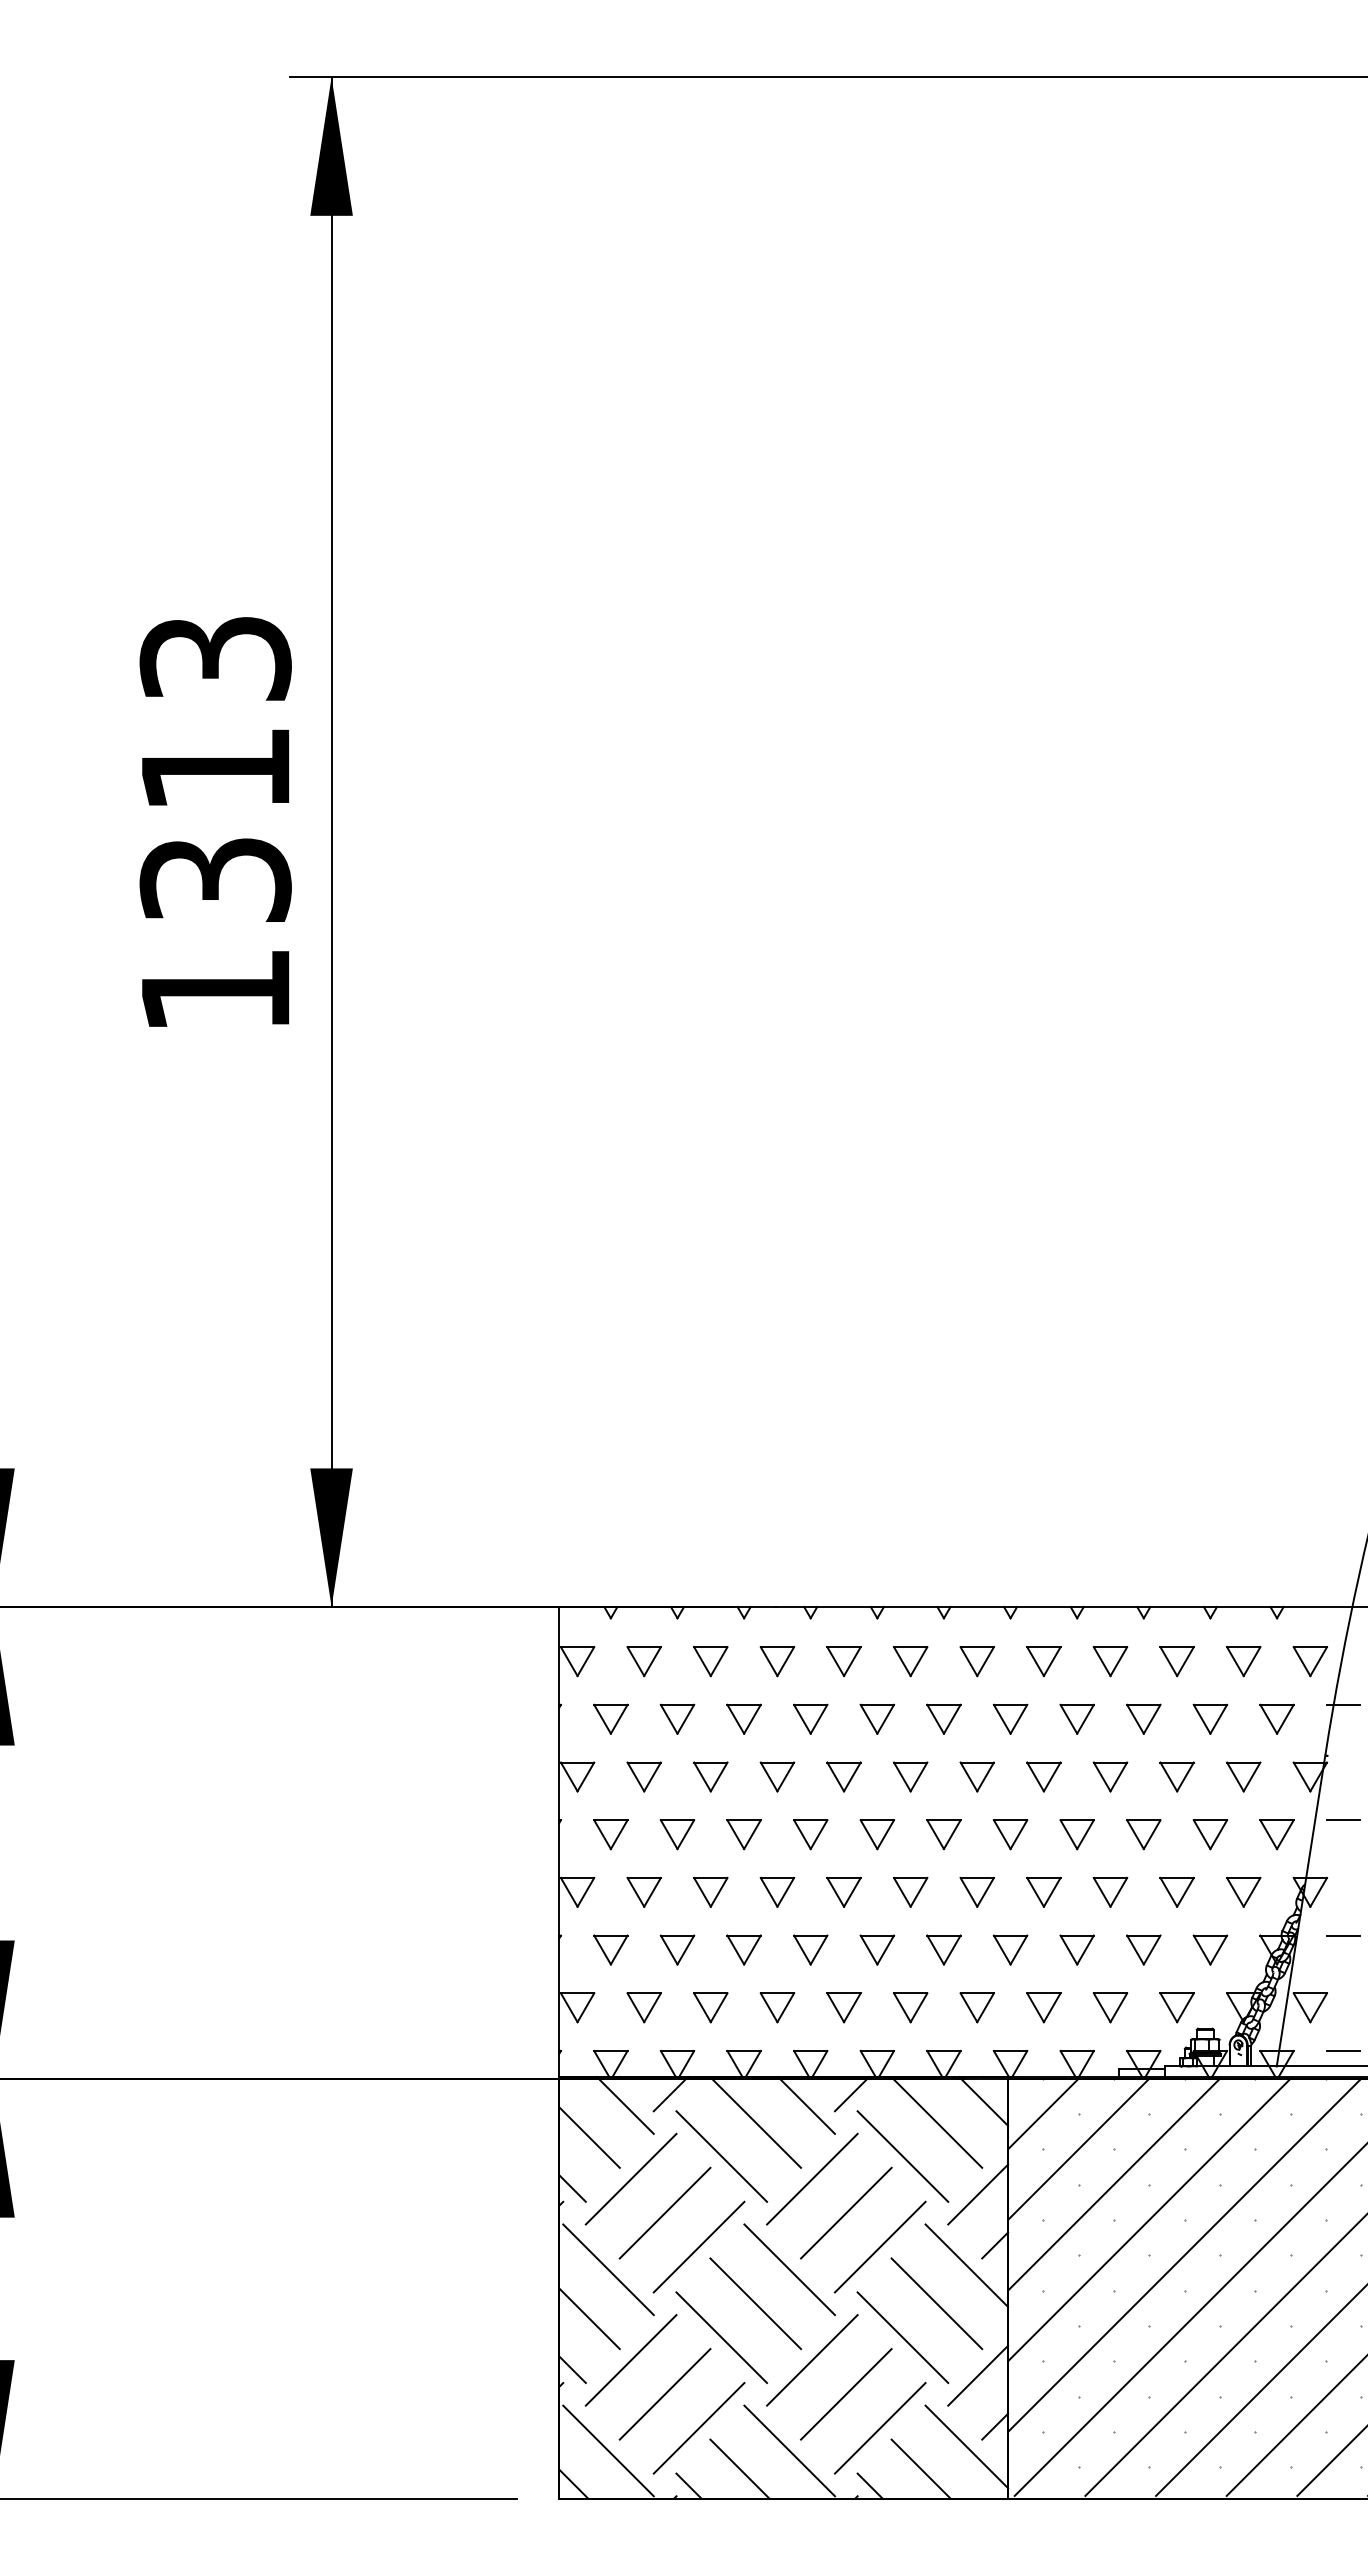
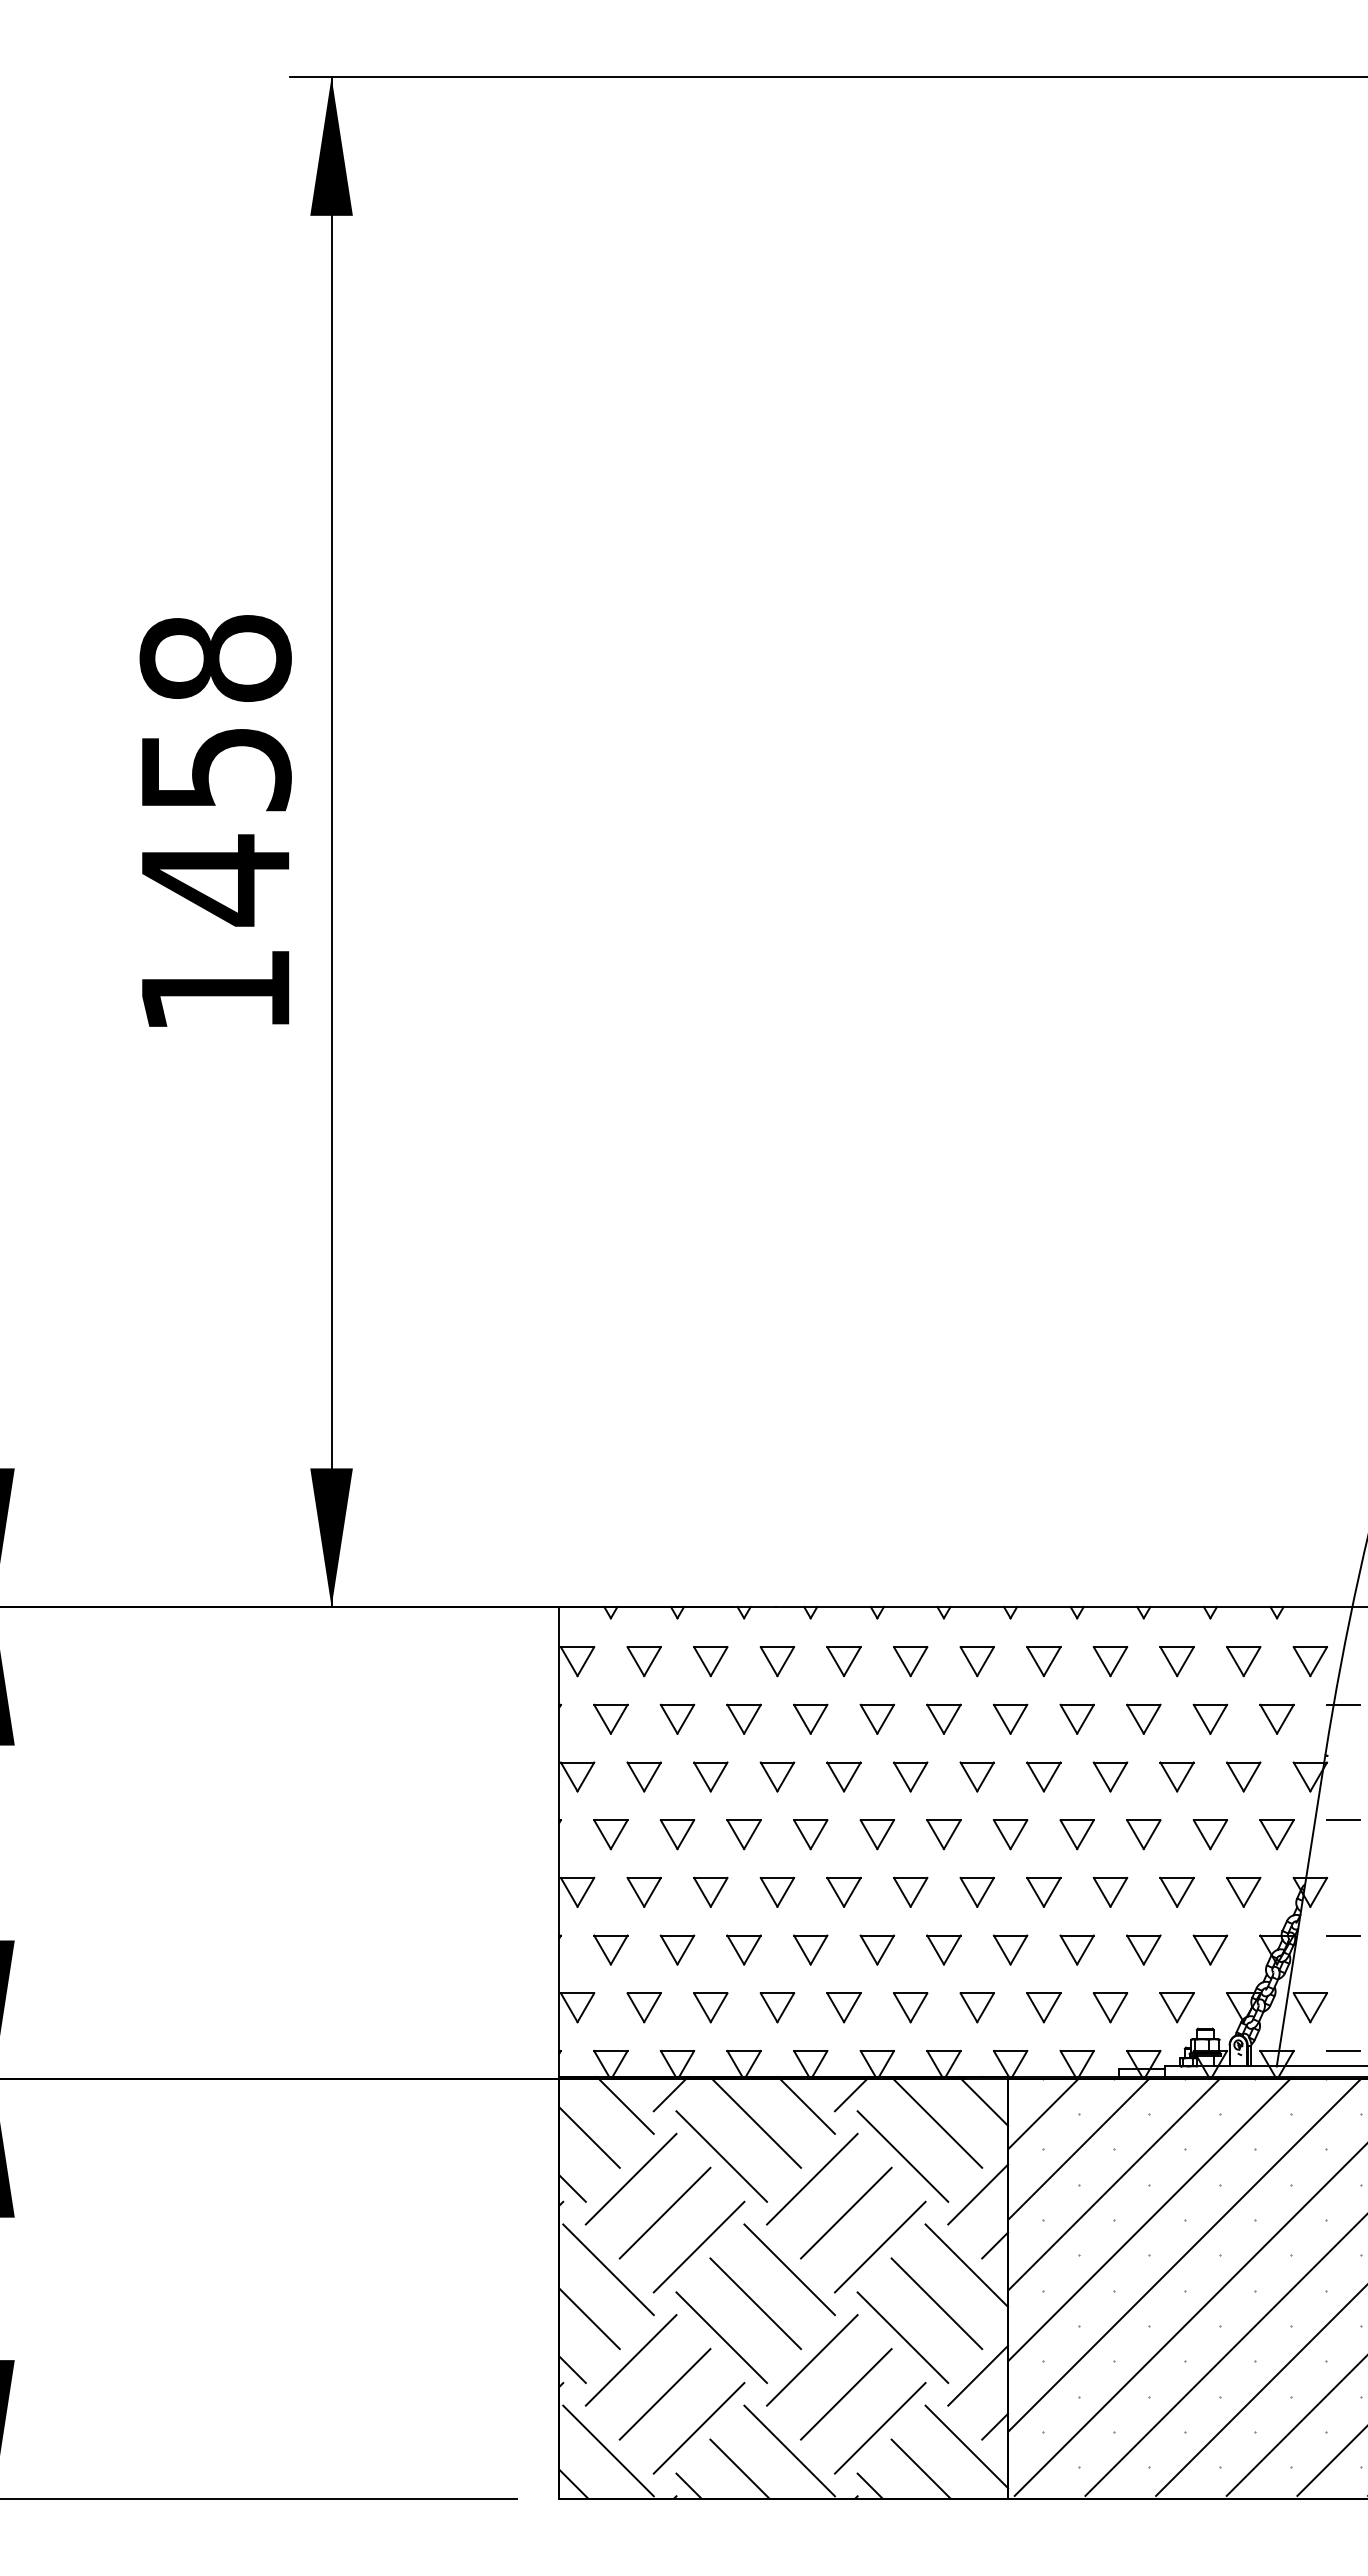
text at (215, 770): 1313 -> 1458
